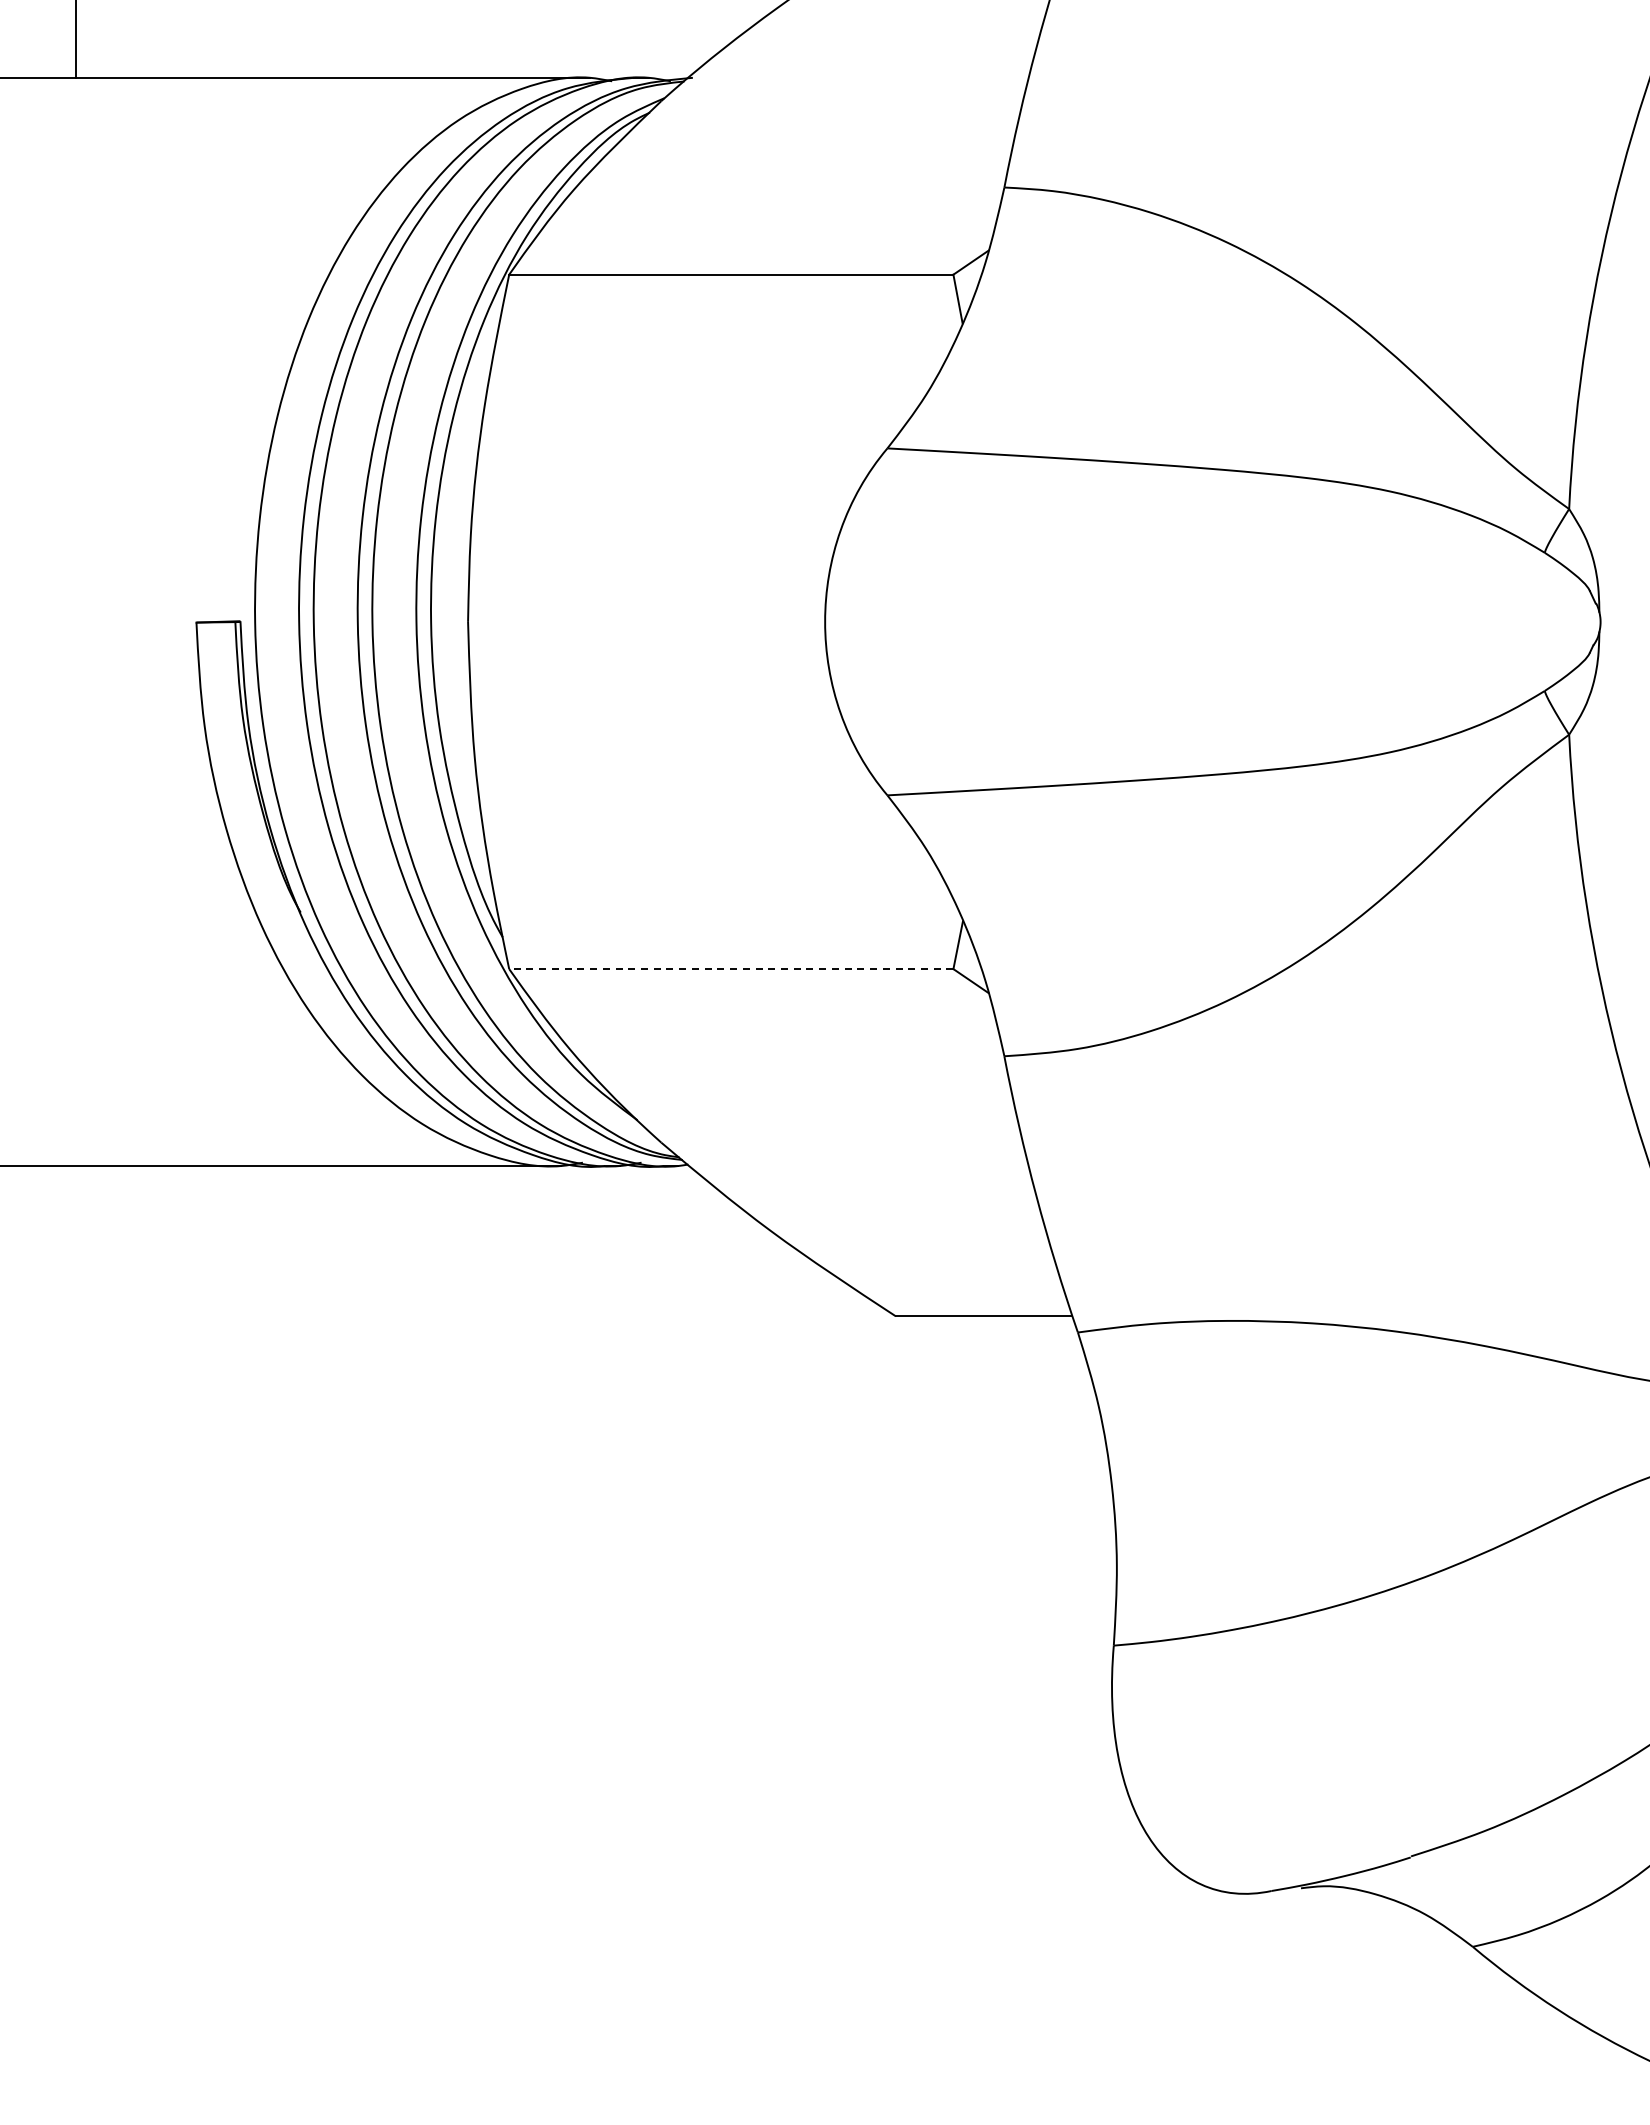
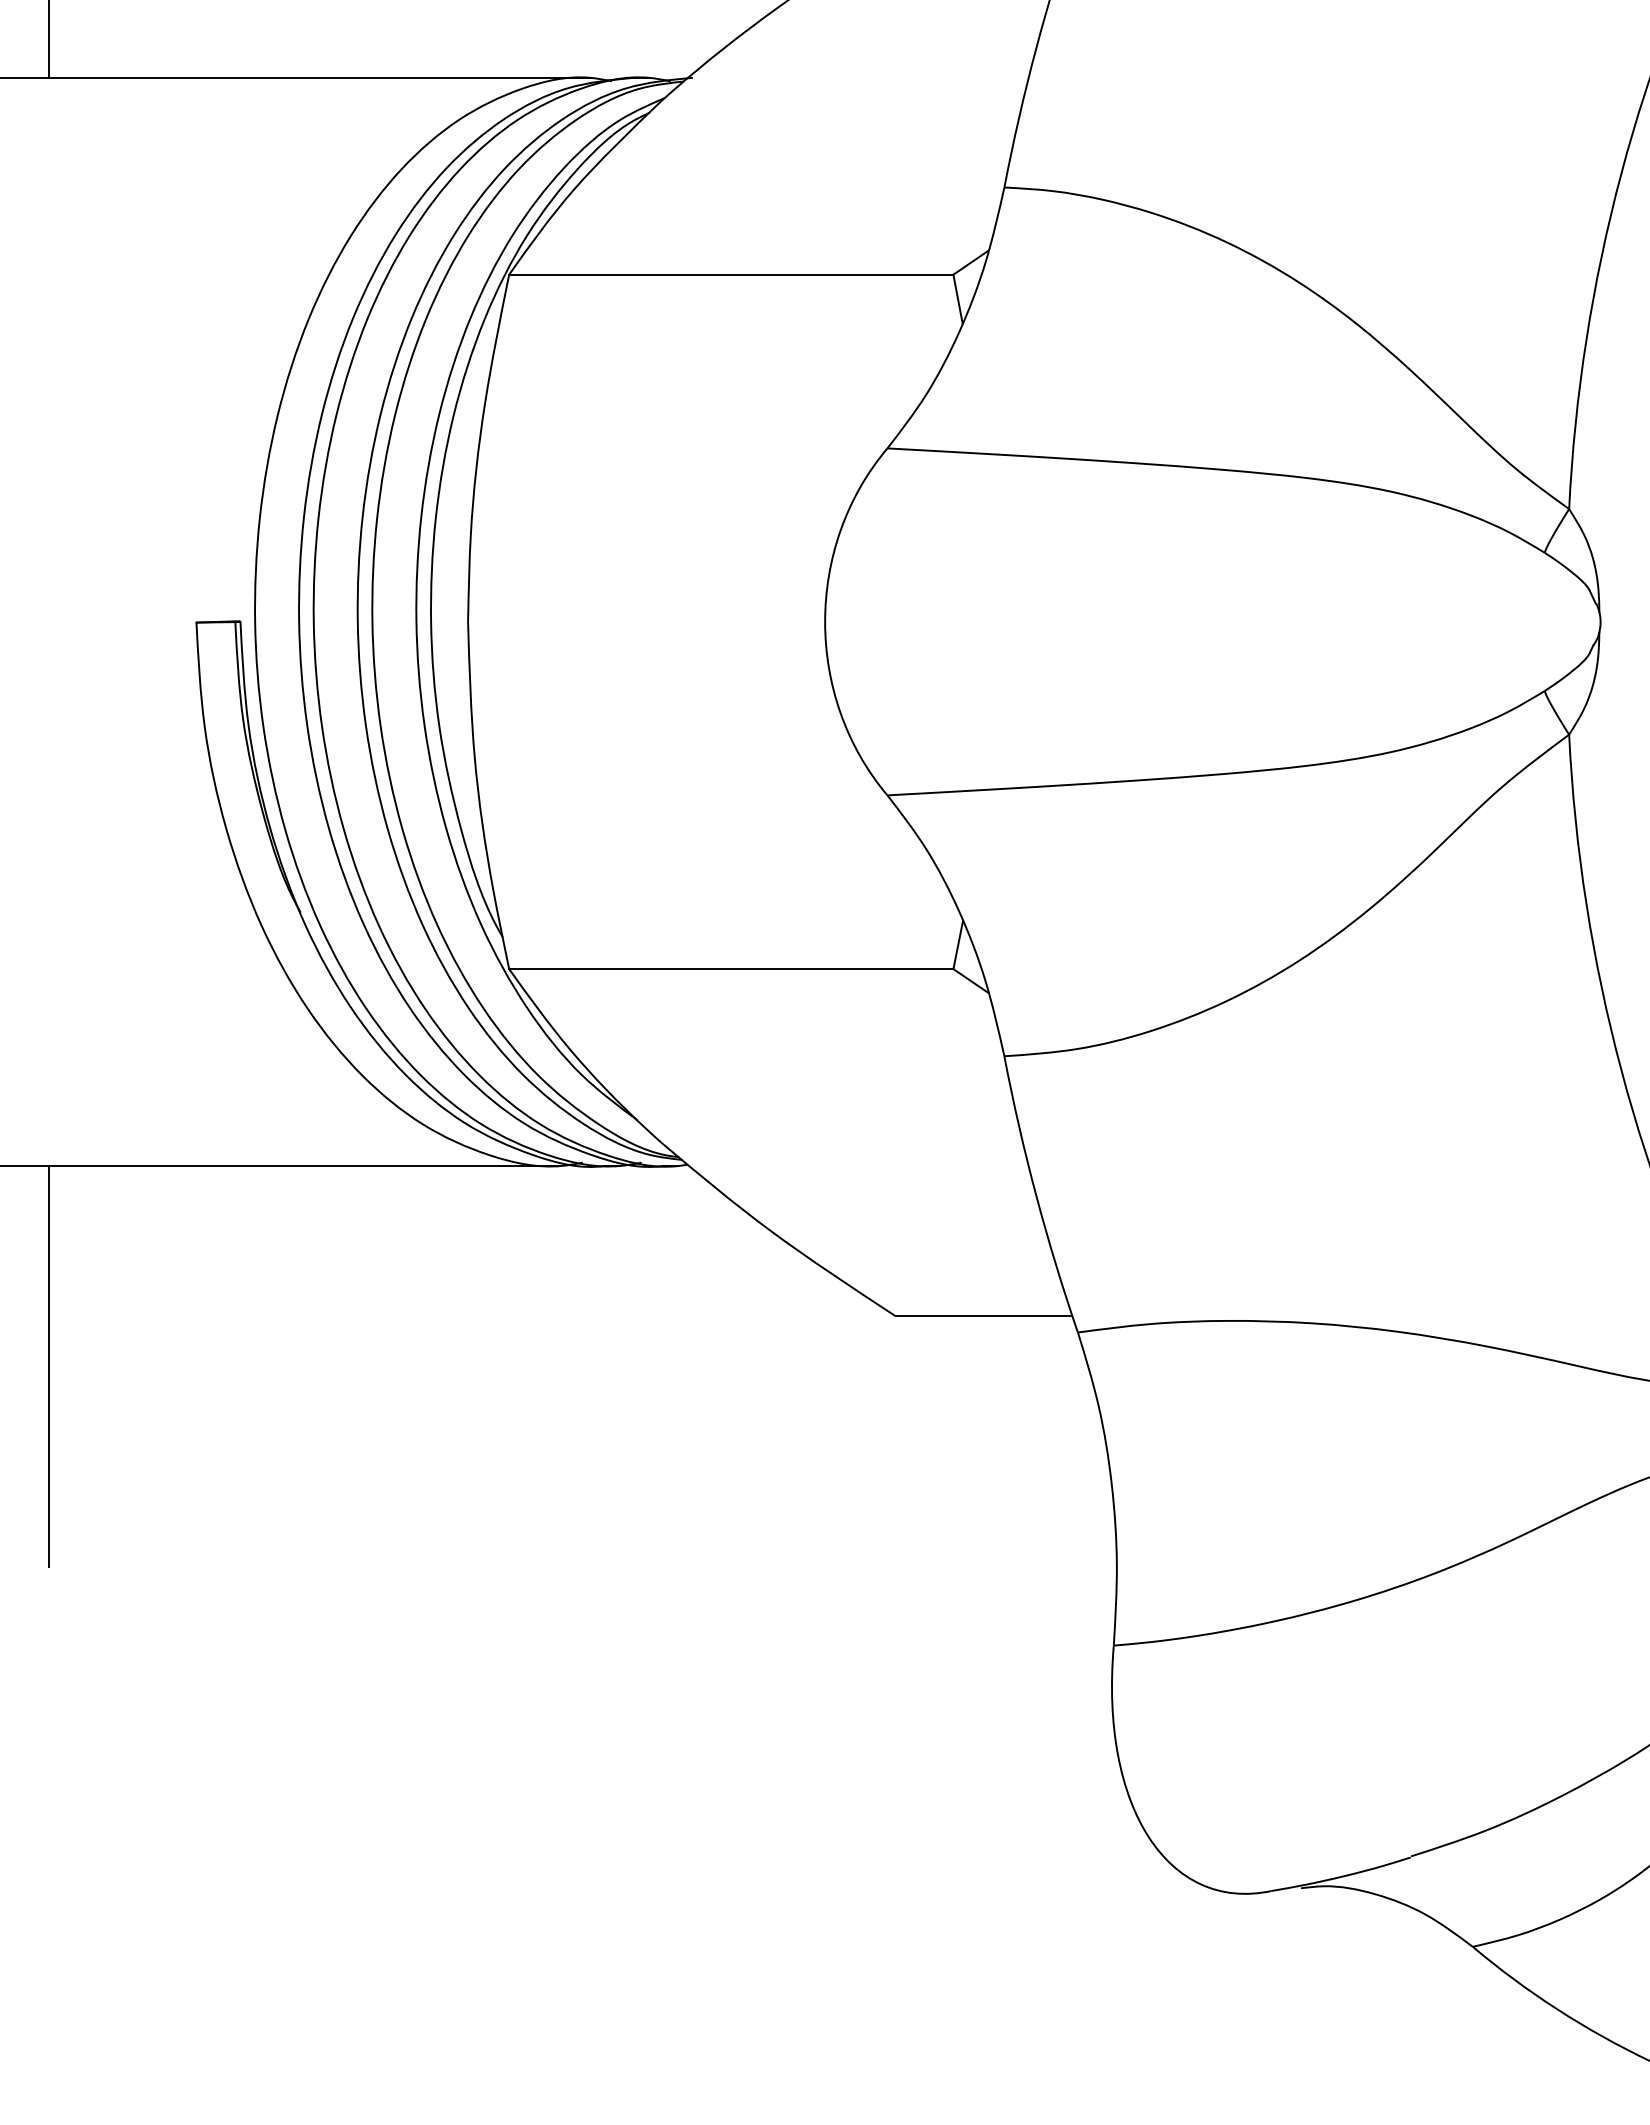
line at (76, 39) position: (76, 39) -> (49, 39)
line at (730, 969): dashed -> solid
line at (49, 1366): none -> present
